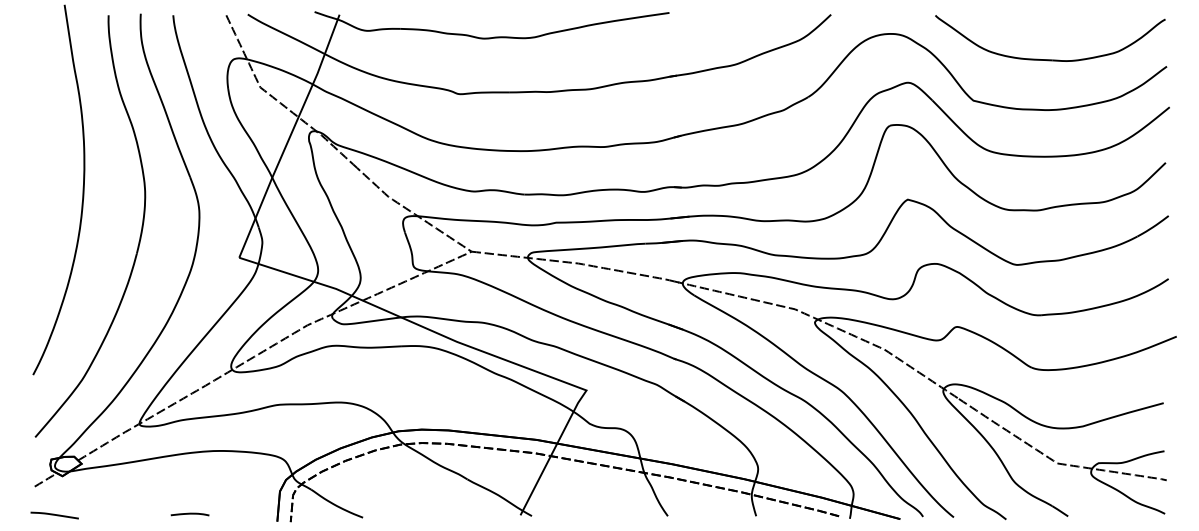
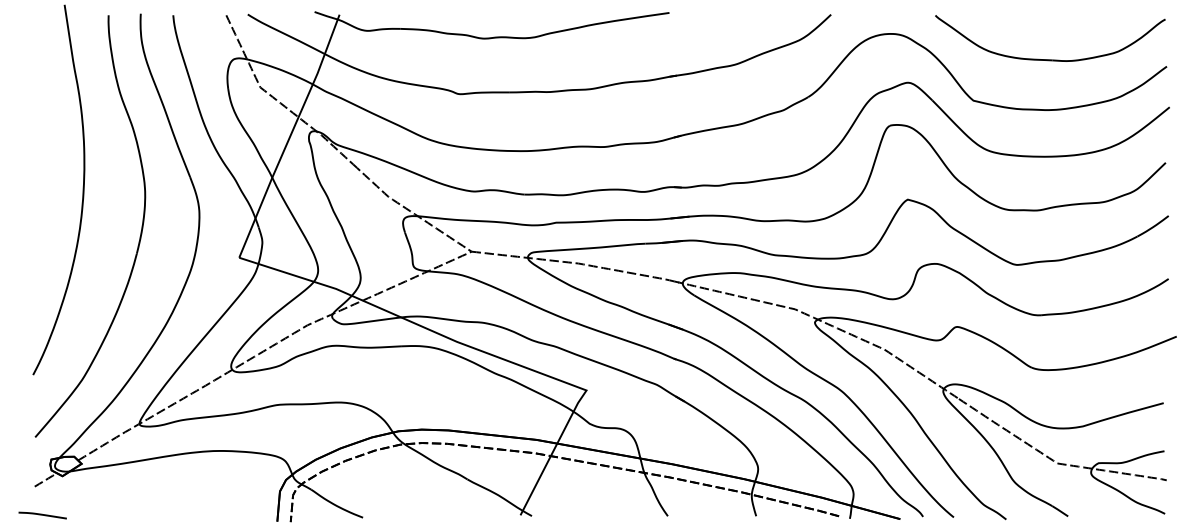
curve at (189, 514): present -> none
line at (54, 515) position: (54, 515) -> (42, 515)
